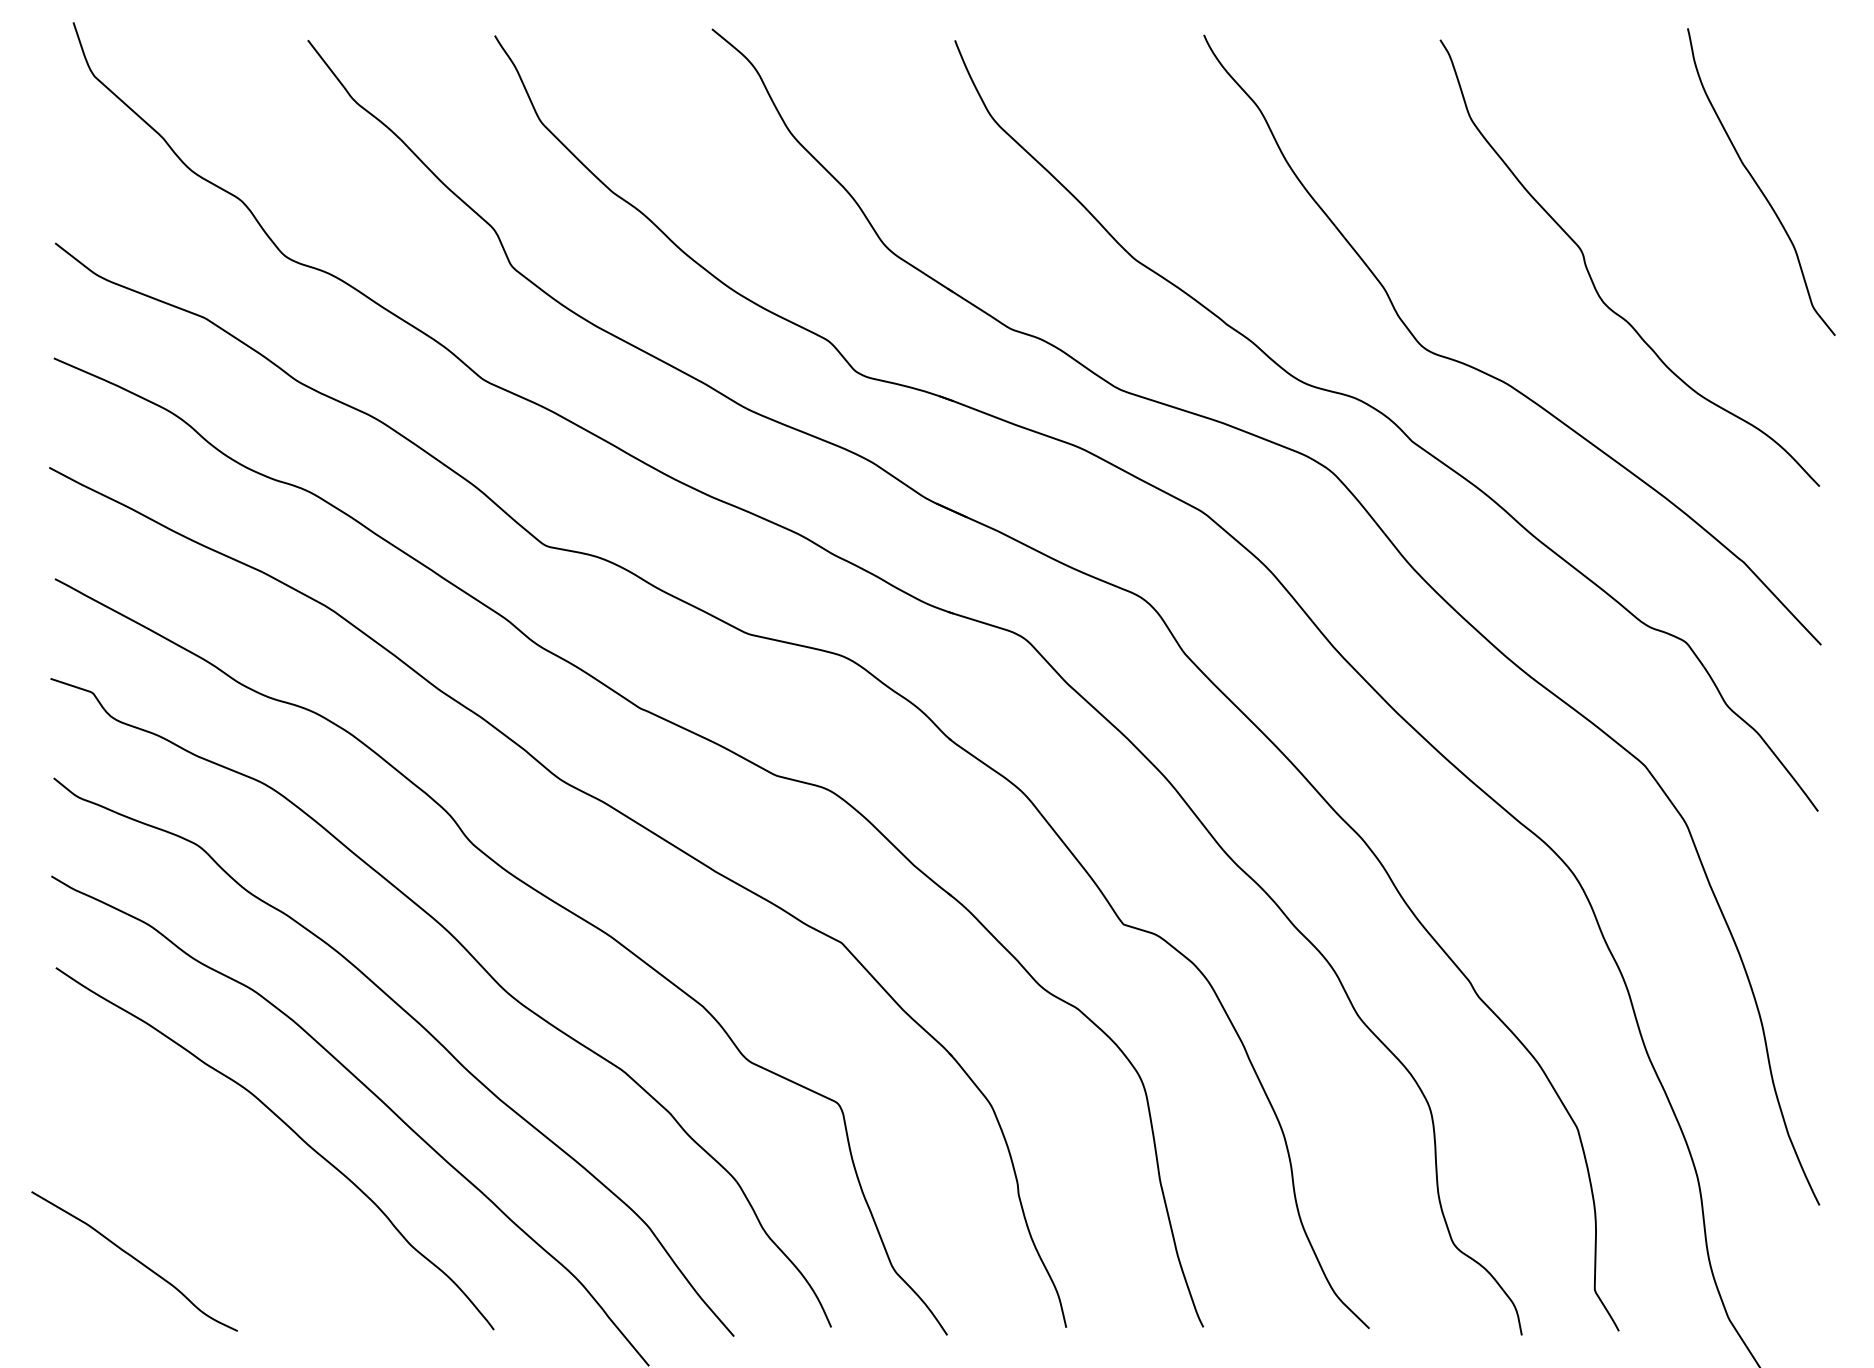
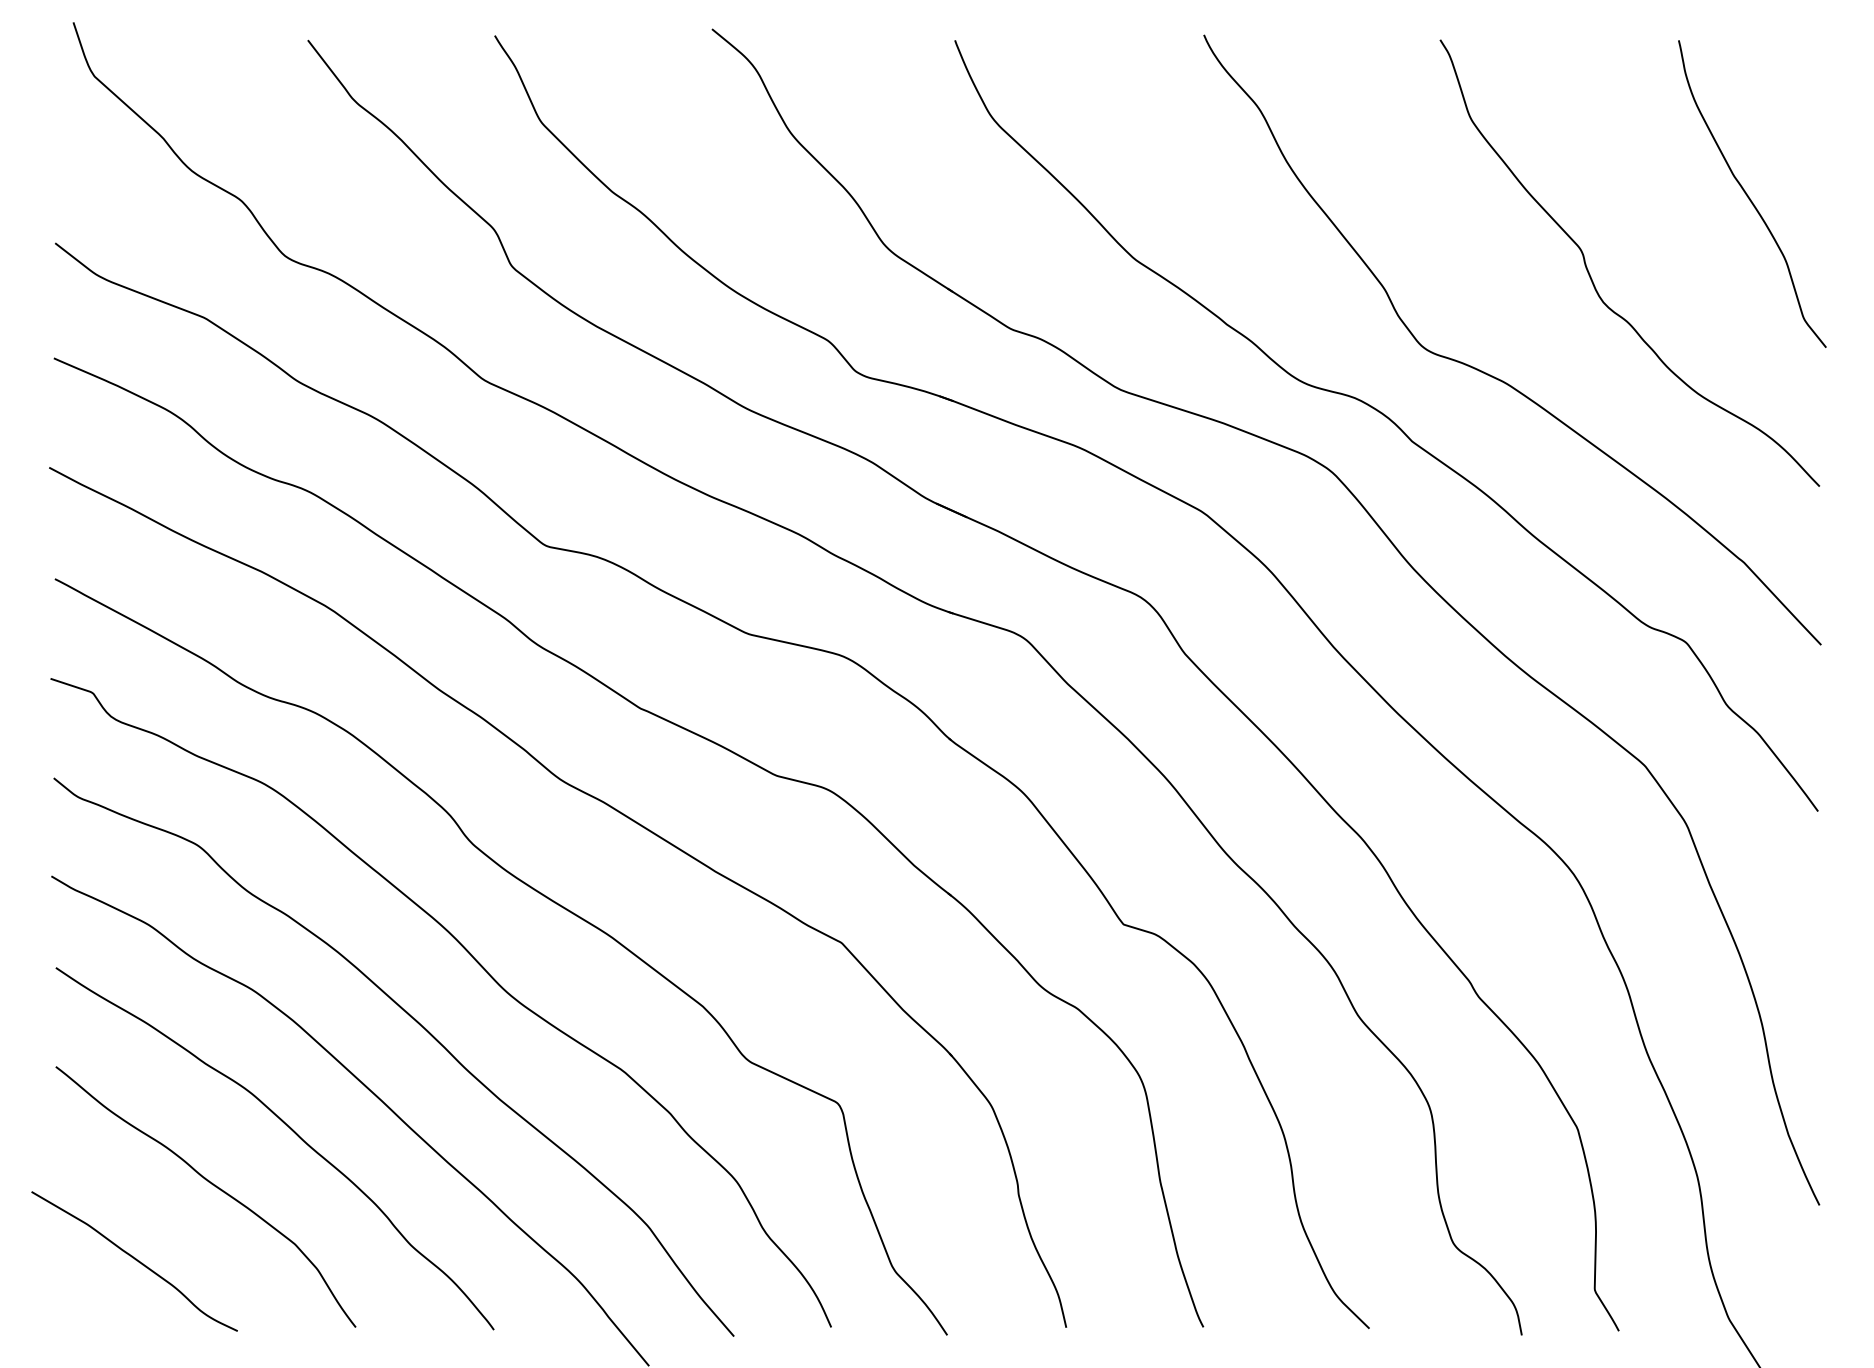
curve at (1758, 184) position: (1758, 184) -> (1749, 196)
curve at (212, 1185): none -> present
